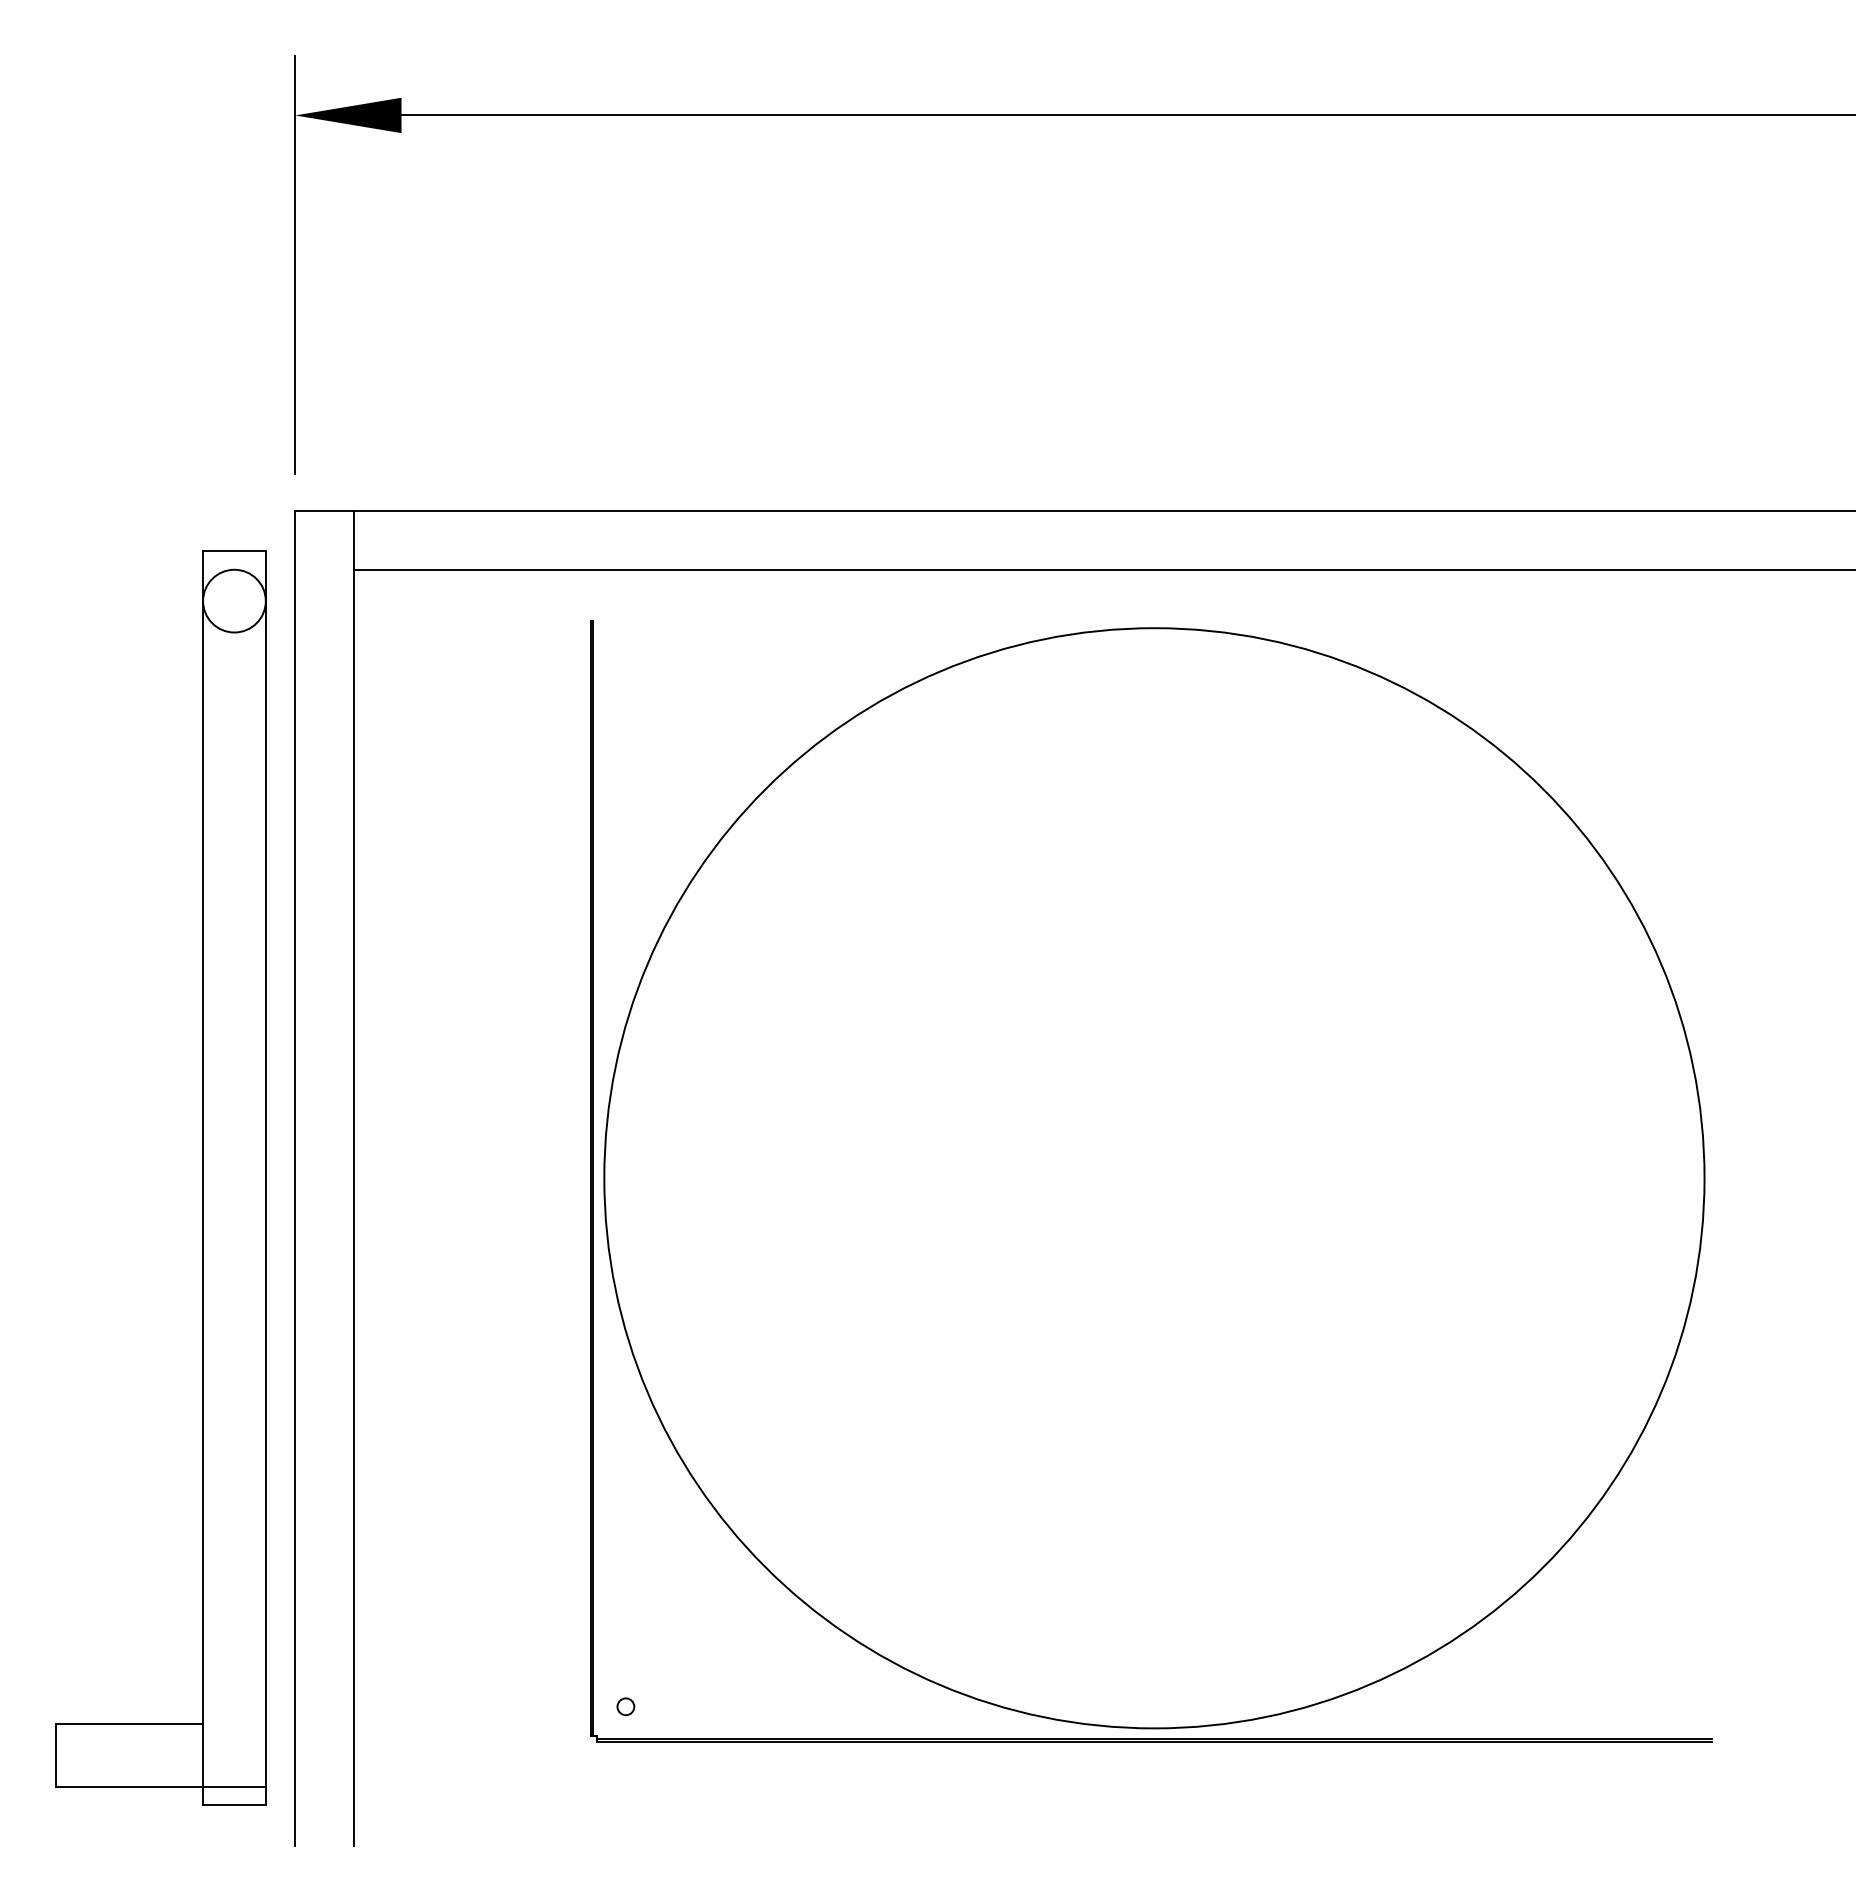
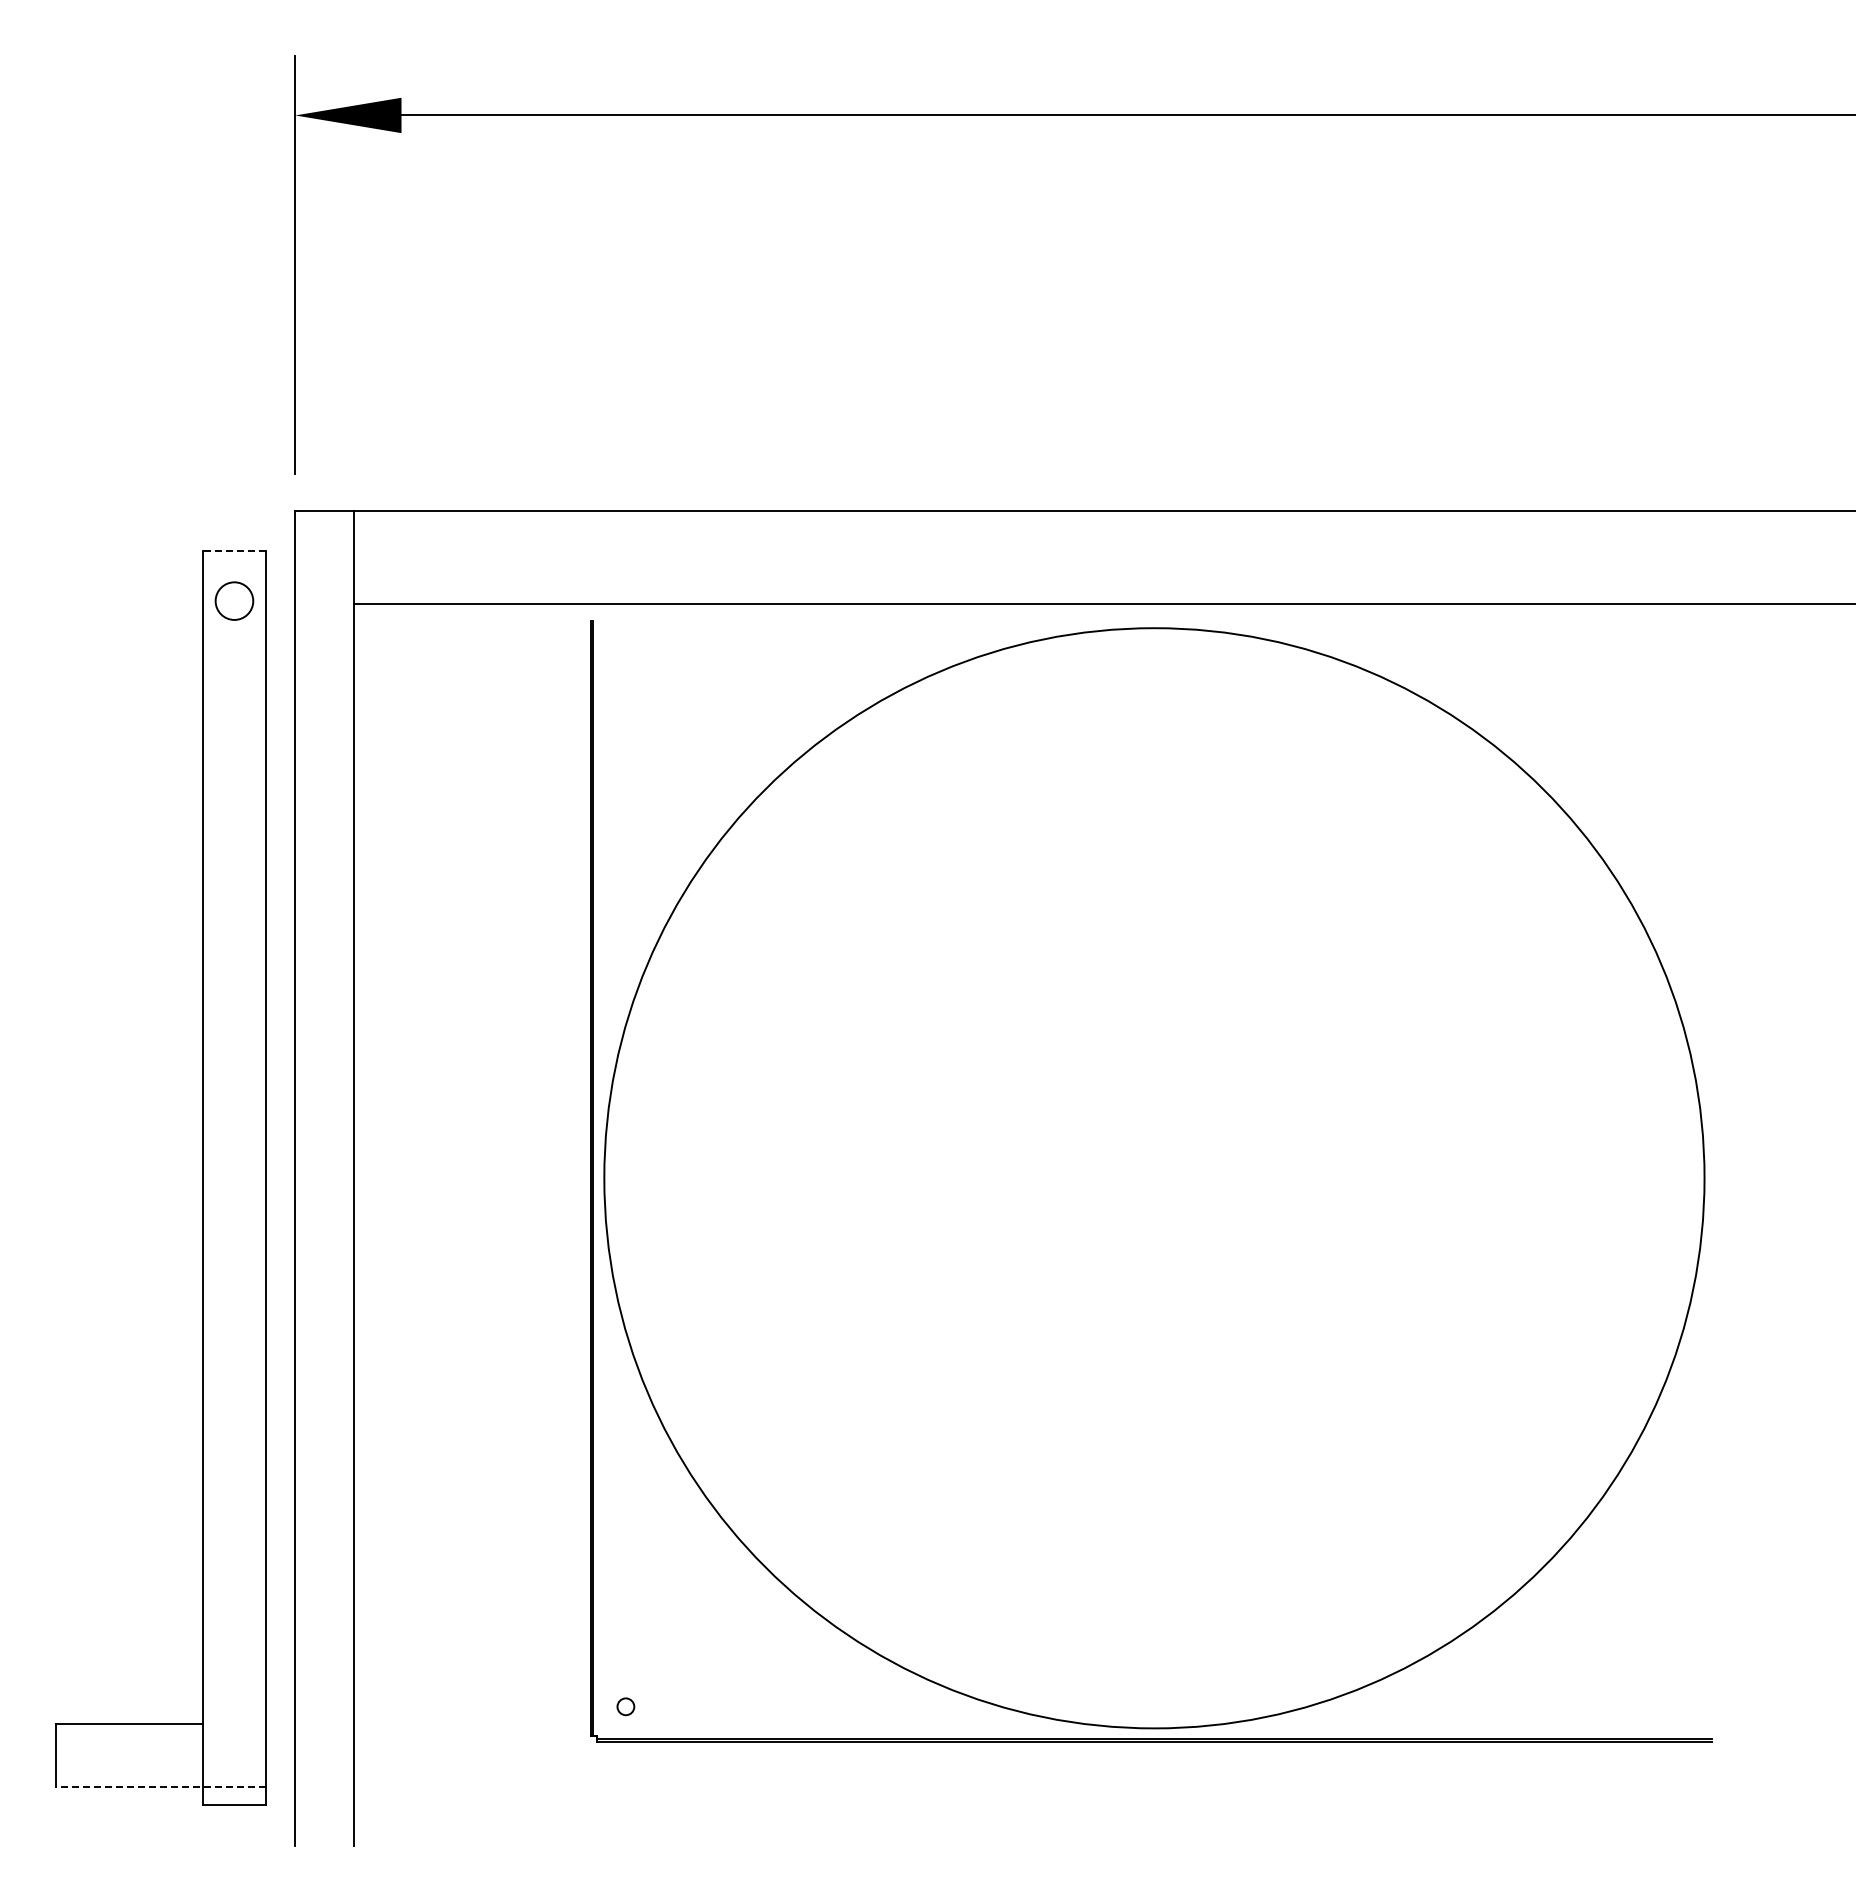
line at (233, 551): solid -> dashed
line at (1103, 569) position: (1103, 569) -> (1103, 603)
circle at (234, 600) diameter: 63 px -> 38 px
line at (160, 1786): solid -> dashed
